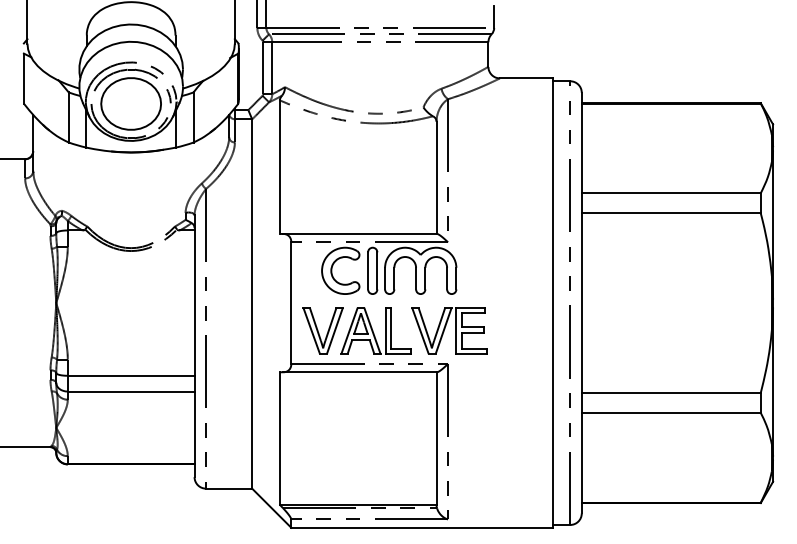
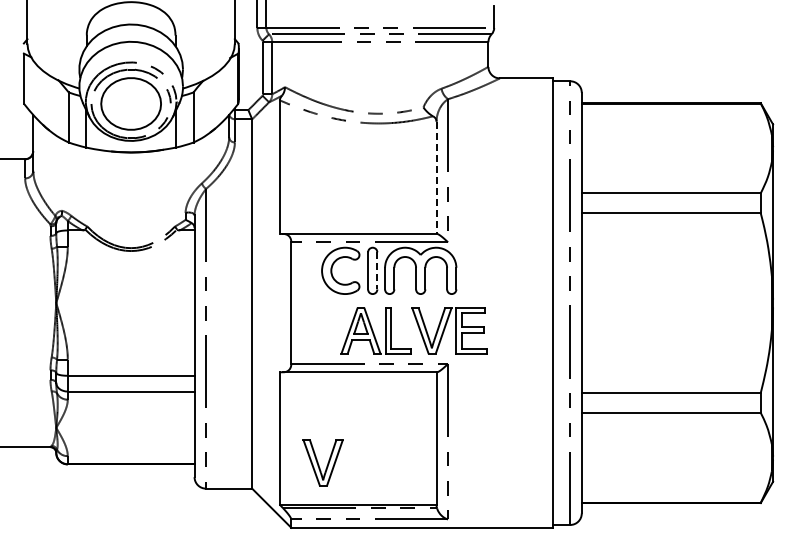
line at (436, 178): solid -> dashed
line at (377, 270): solid -> dashed
part at (322, 330) position: (322, 330) -> (322, 462)
